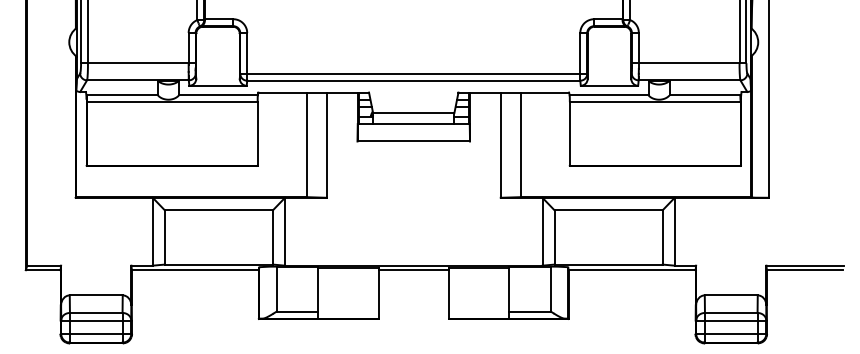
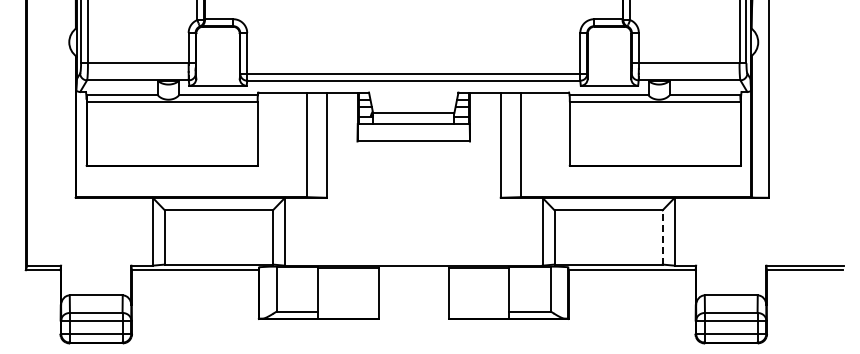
line at (662, 236): solid -> dashed
line at (413, 270): present -> none
